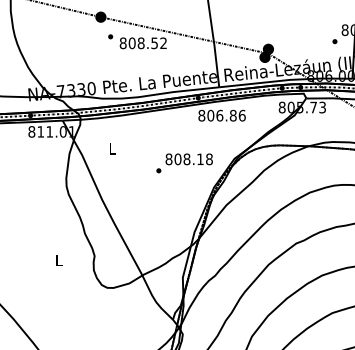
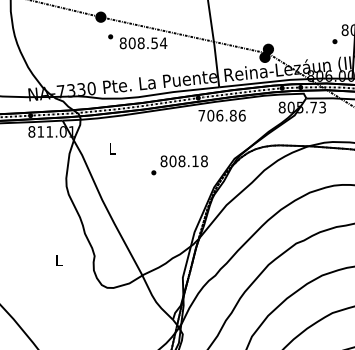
text at (163, 42): 808.52 -> 808.54
text at (201, 115): 806.86 -> 706.86
text at (184, 163) position: (184, 163) -> (179, 165)
